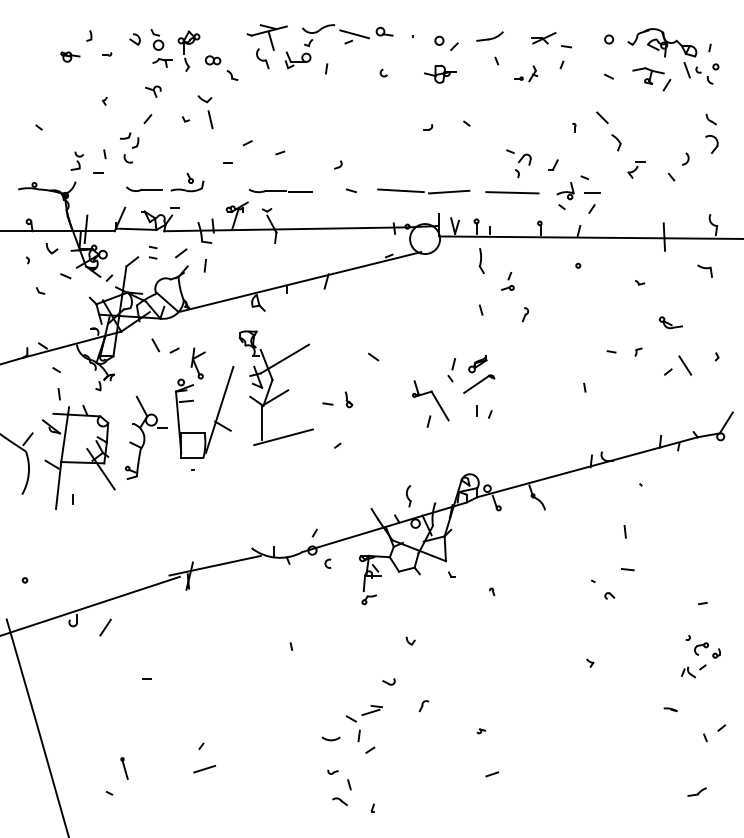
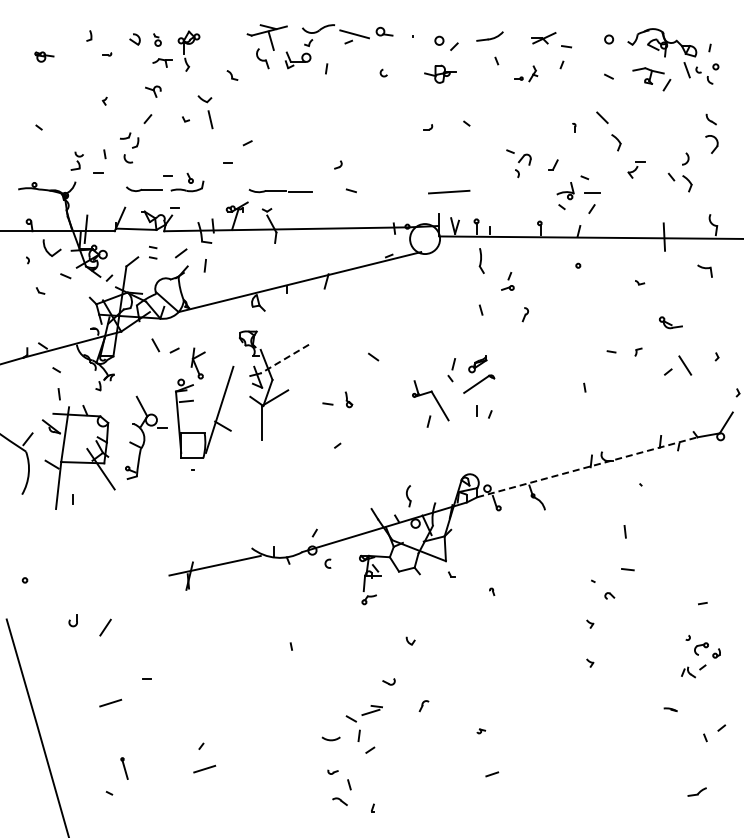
part at (157, 39) size: 15x22 px -> 9x14 px
part at (70, 56) position: (70, 56) -> (44, 56)
part at (212, 60): present -> none
line at (280, 152): present -> none
line at (167, 175): none -> present
part at (687, 183): none -> present
line at (400, 190): present -> none
line at (512, 192): present -> none
part at (51, 248) size: 14x12 px -> 20x18 px
line at (284, 359): solid -> dashed
part at (737, 392): none -> present
line at (283, 437): present -> none
line at (587, 467): solid -> dashed
line at (90, 605): present -> none
part at (590, 623): none -> present
line at (110, 702): none -> present
